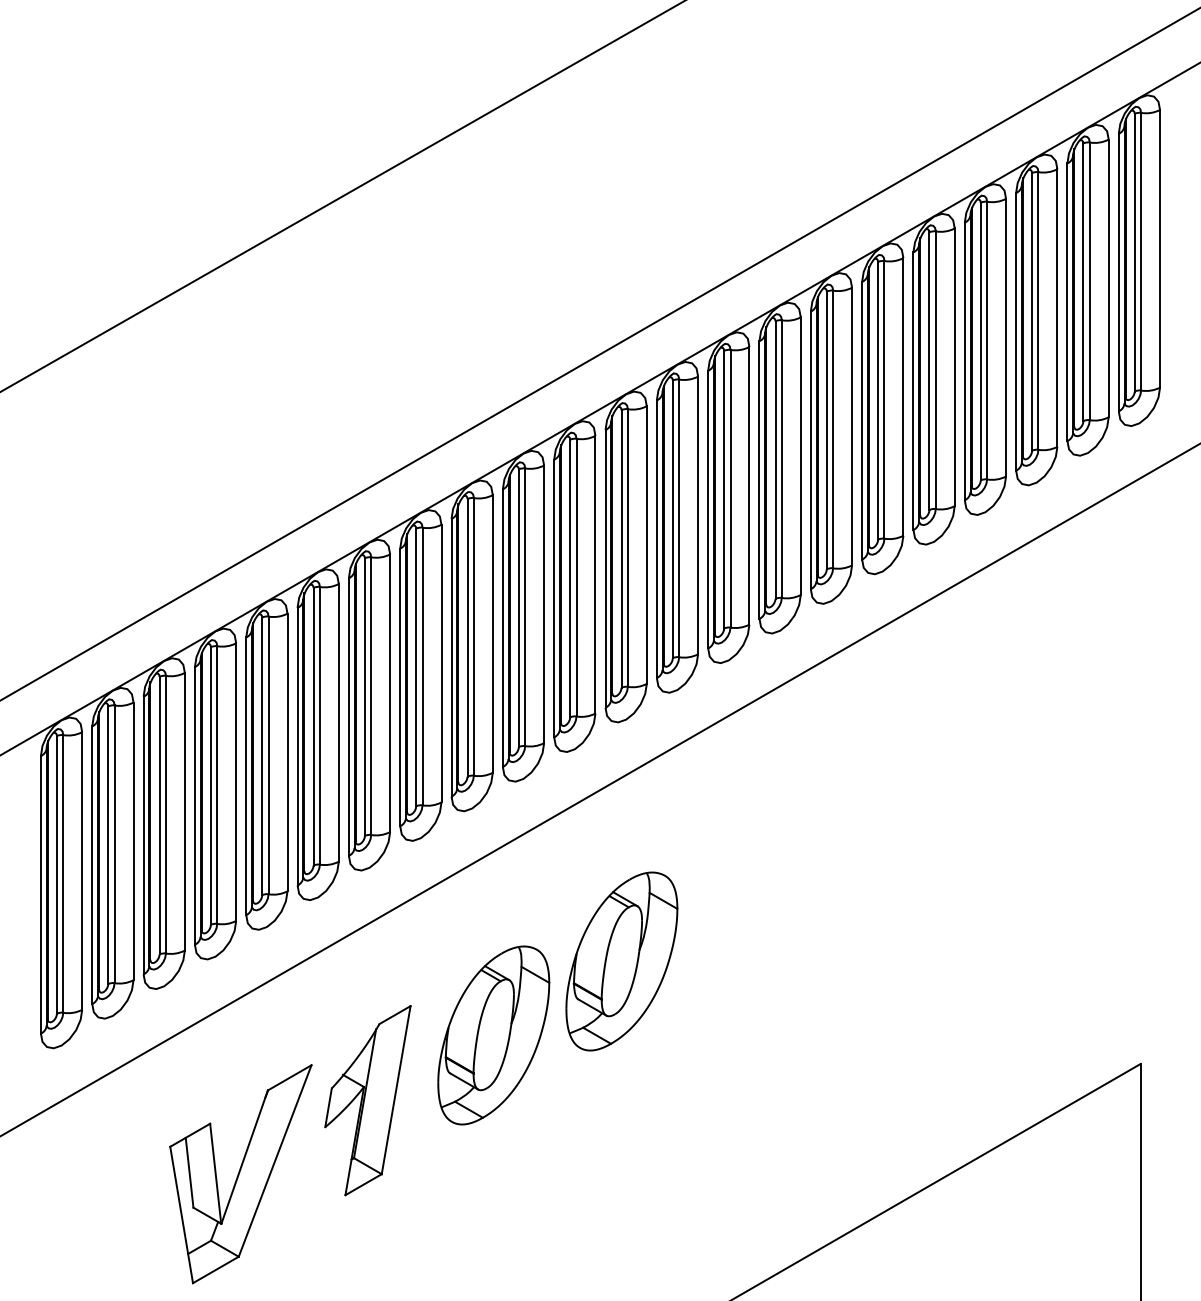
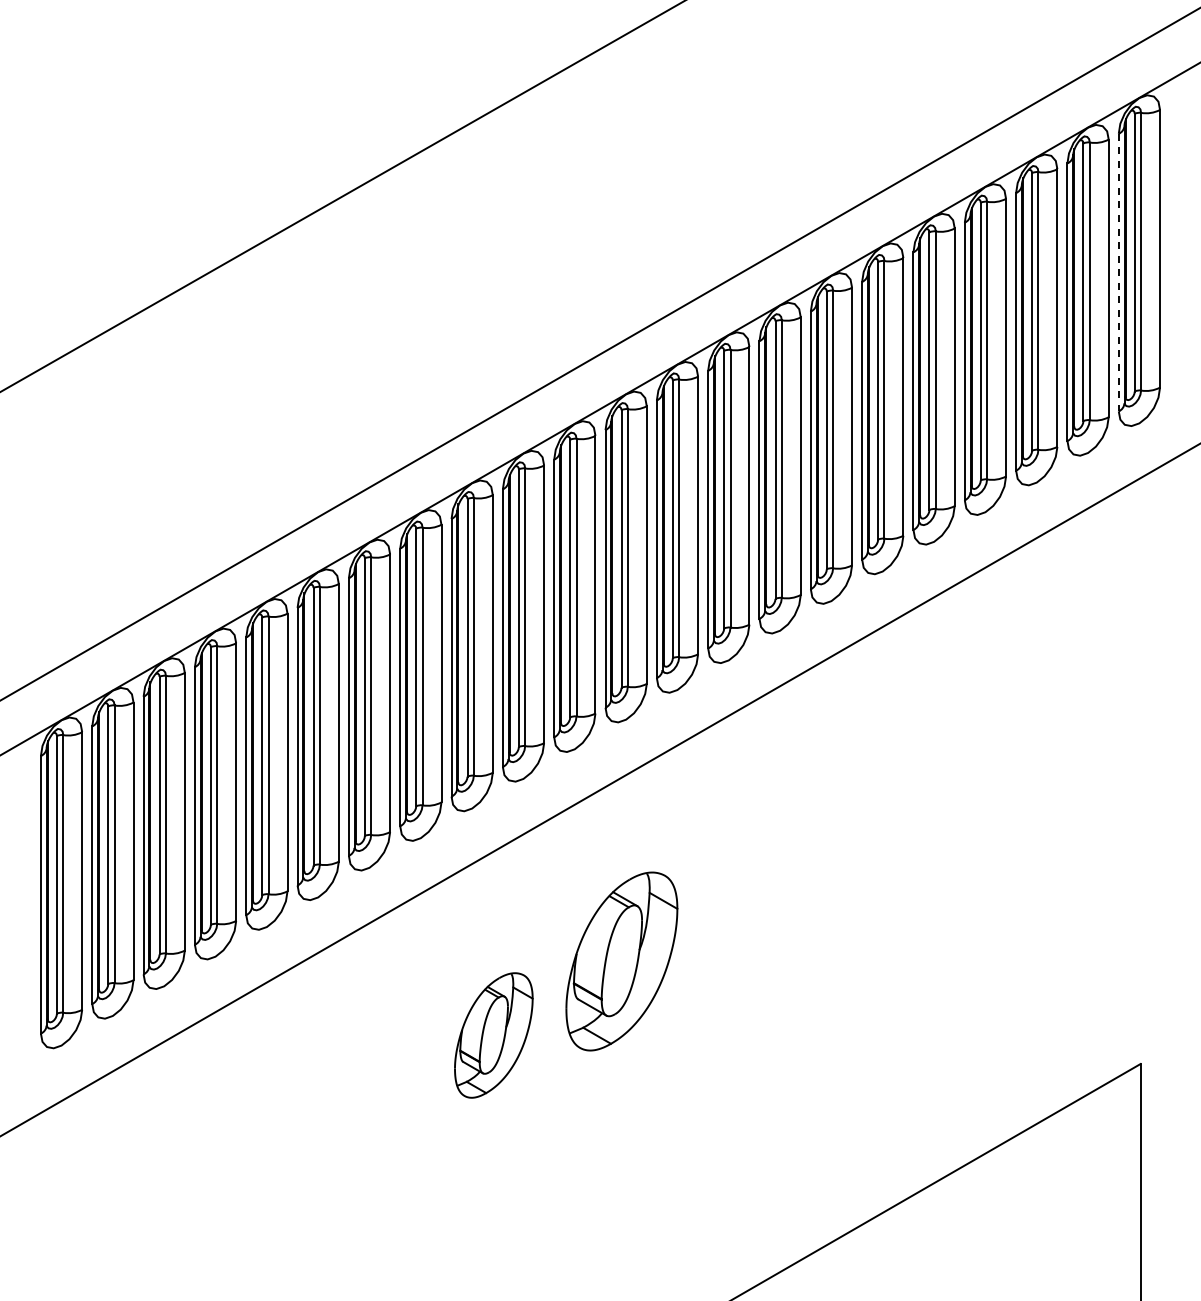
line at (1118, 272): solid -> dashed
part at (493, 1035) size: 114x181 px -> 80x127 px
part at (367, 1100): present -> none
part at (240, 1174): present -> none
